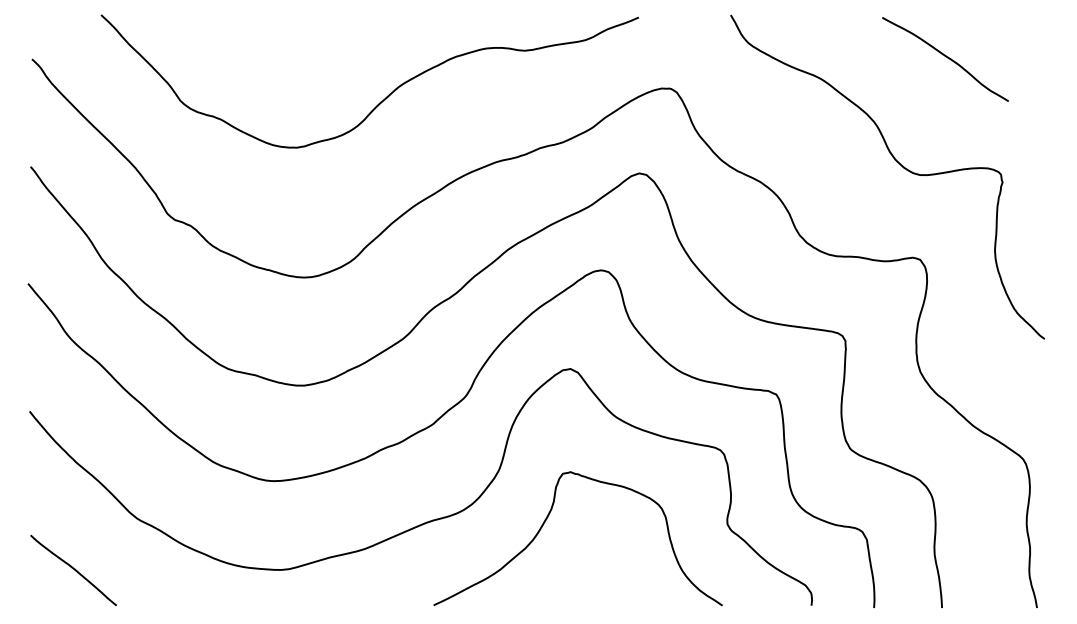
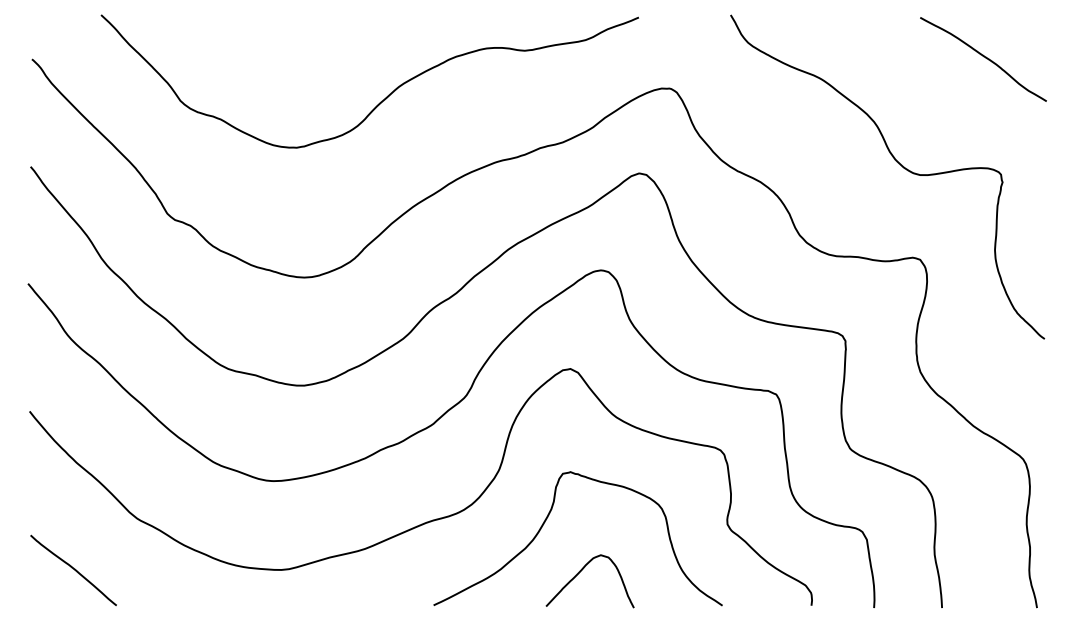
curve at (945, 57) position: (945, 57) -> (983, 57)
curve at (580, 572): none -> present
